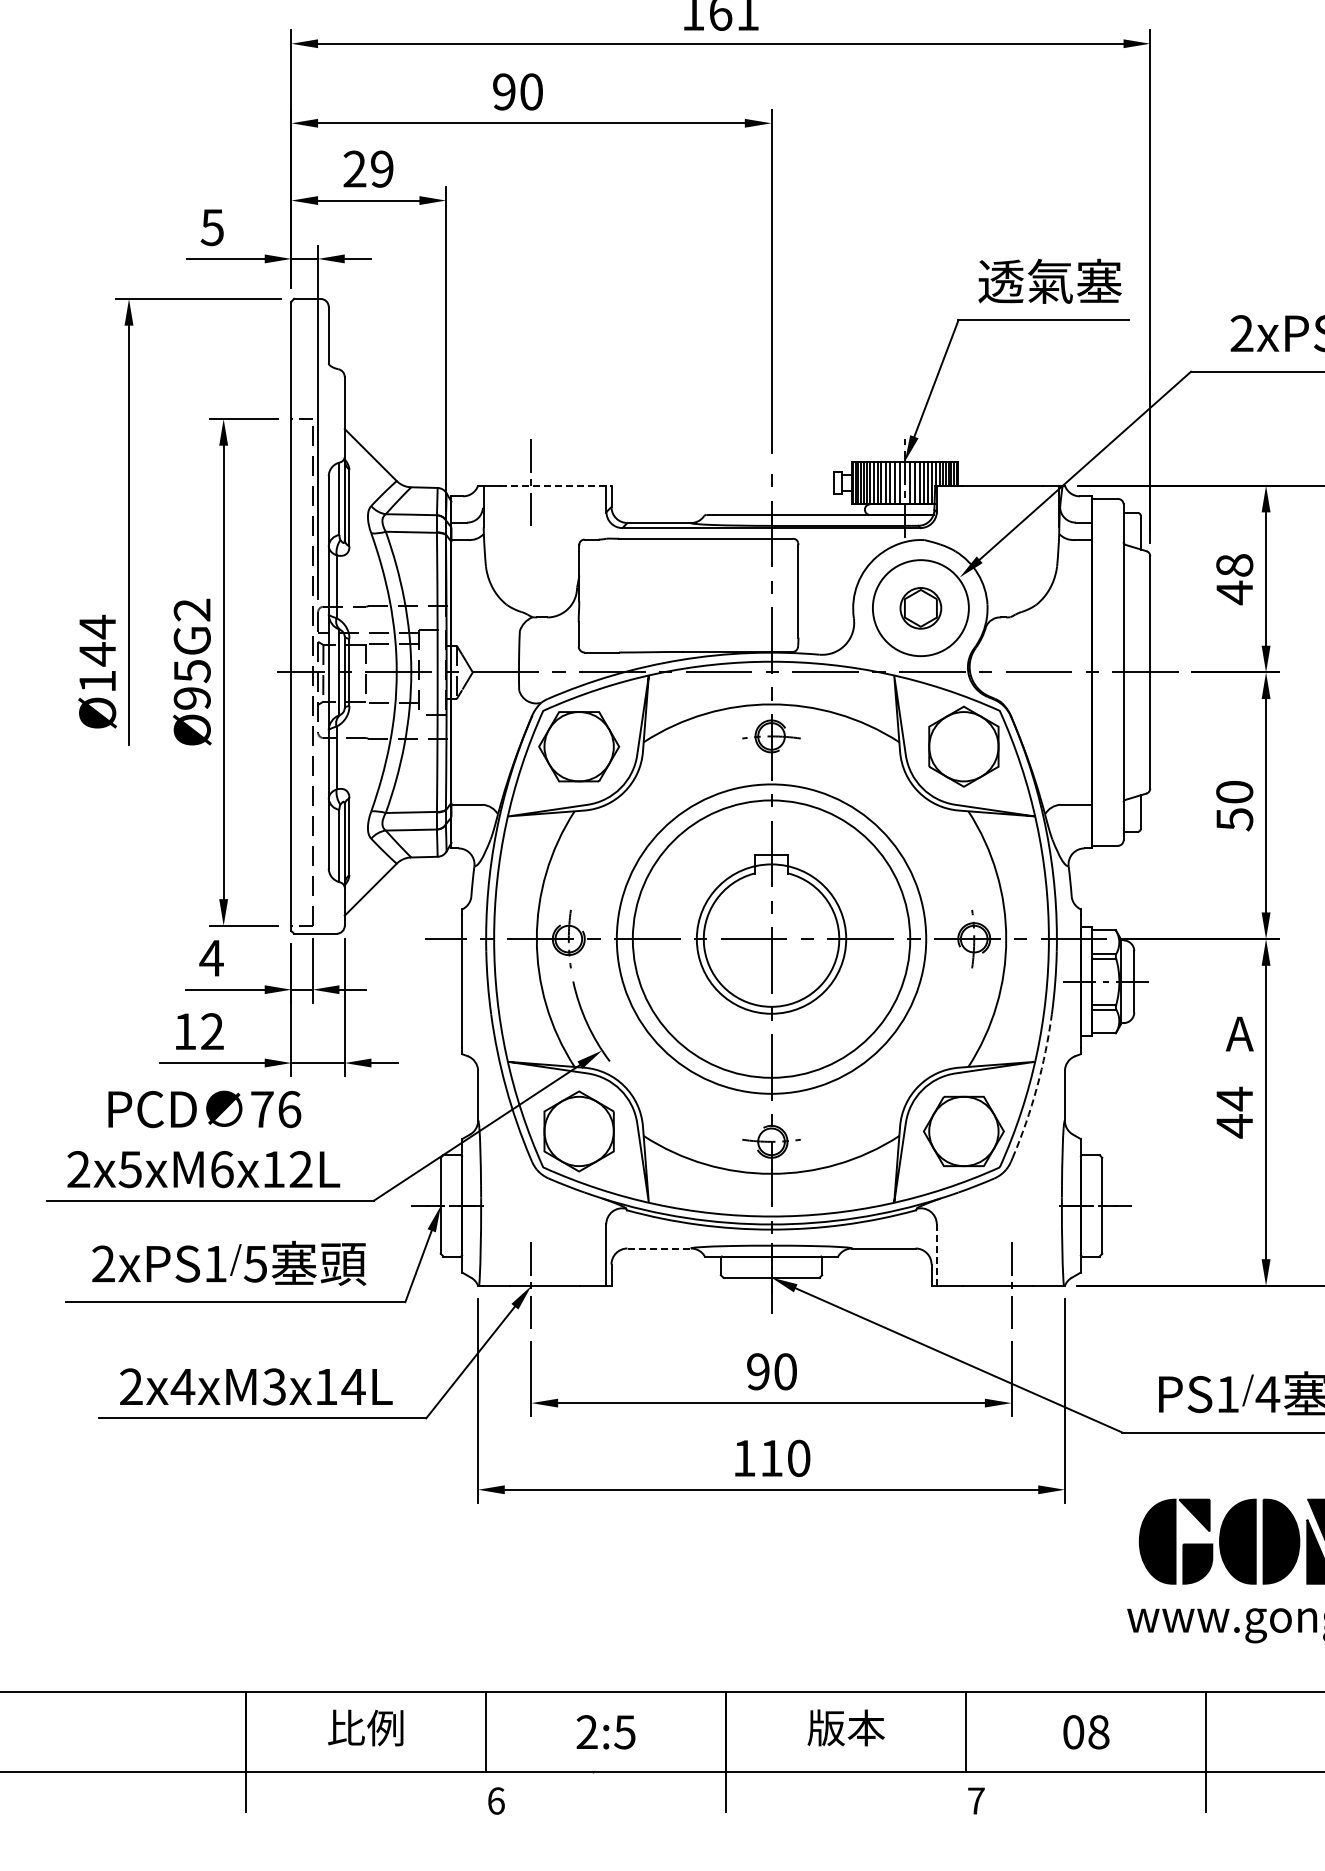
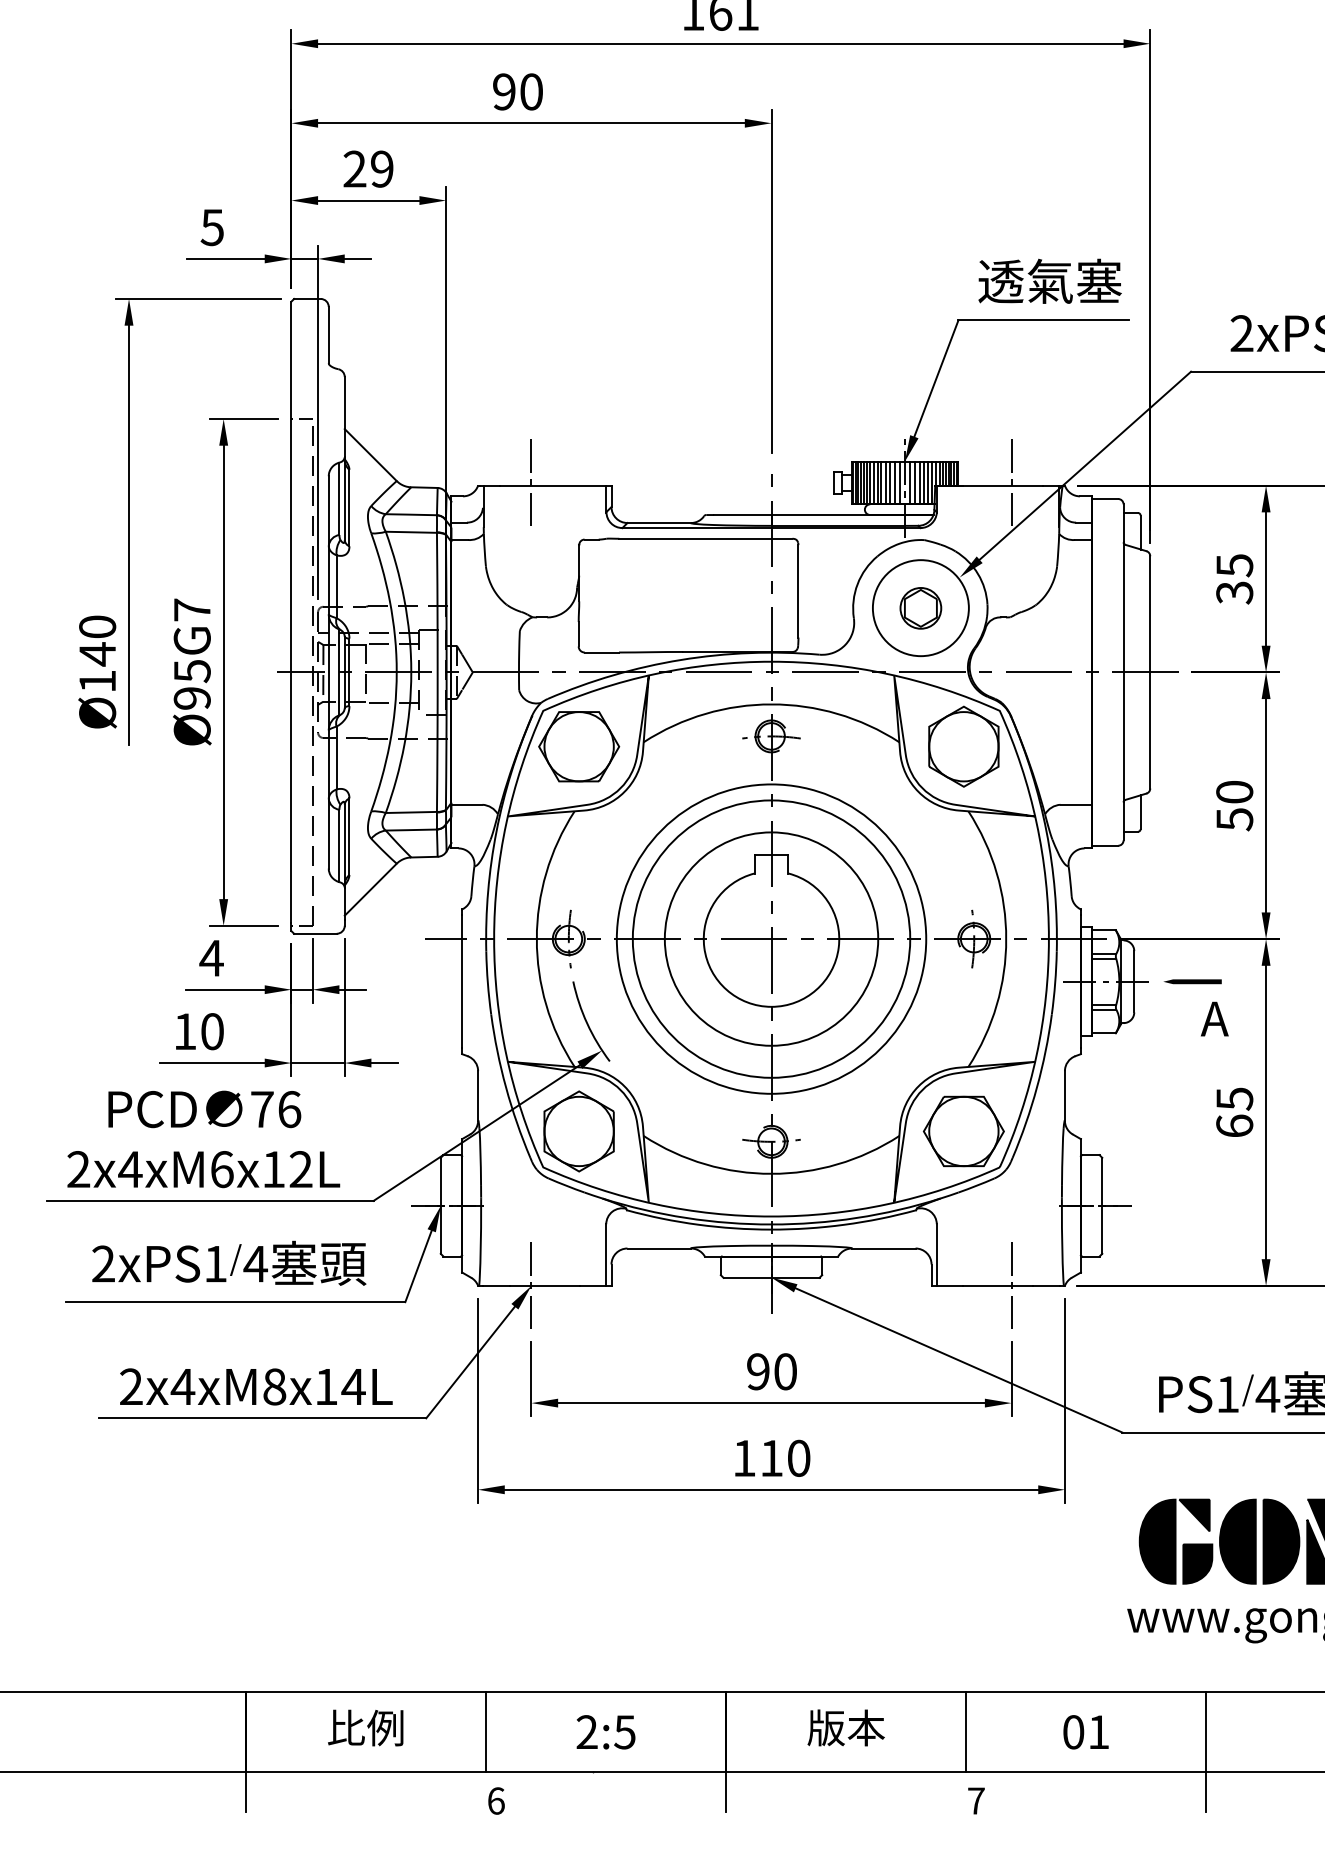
line at (555, 485): dashed -> solid
line at (1011, 485): none -> present
text at (1234, 579): 48 -> 35
text at (191, 609): Ø95G2 -> Ø95G7
text at (97, 626): Ø144 -> Ø140
circle at (771, 938) diameter: 149 px -> 213 px
line at (1192, 981): none -> present
text at (212, 1031): 12 -> 10
text at (1239, 1033) position: (1239, 1033) -> (1214, 1018)
arc at (1037, 1087): dashed -> solid
text at (1234, 1112): 44 -> 65
text at (130, 1169): 2x5xM6x12L -> 2x4xM6x12L
line at (659, 1248): dashed -> solid
line at (936, 1255): dashed -> solid
text at (255, 1264): 5 -> 4
text at (274, 1386): 2x4xM3x14L -> 2x4xM8x14L
text at (1098, 1732): 08 -> 01
